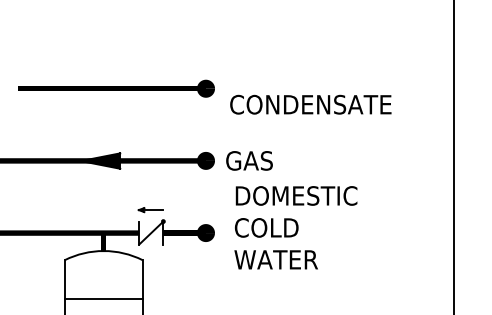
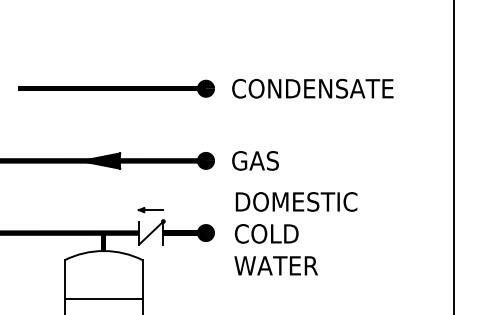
text at (310, 104) position: (310, 104) -> (312, 88)
text at (249, 160) position: (249, 160) -> (255, 160)
text at (295, 227) position: (295, 227) -> (295, 233)
